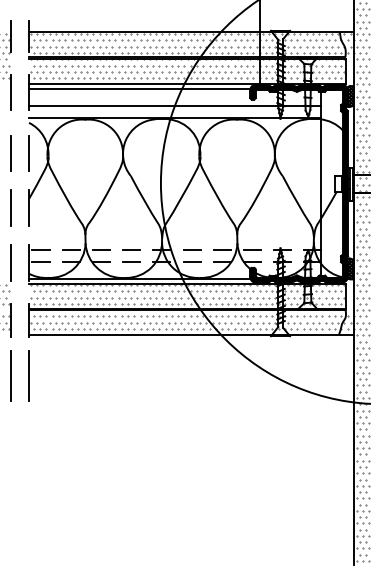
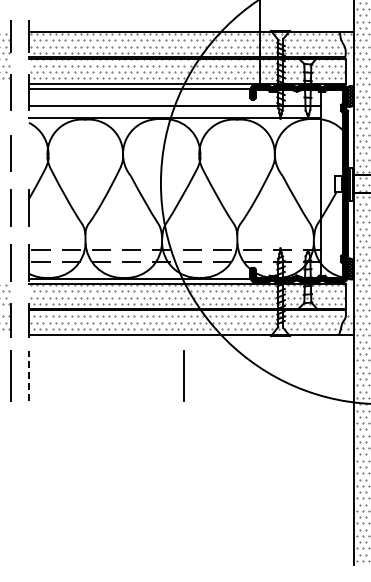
line at (29, 153): present -> none
line at (29, 375): solid -> dashed
line at (183, 375): none -> present
